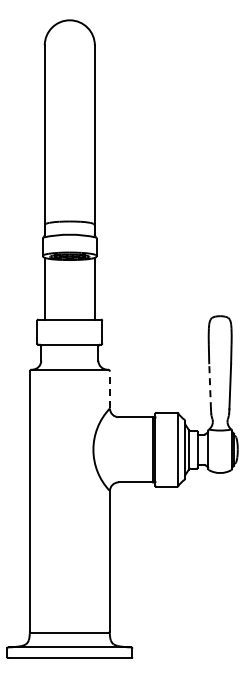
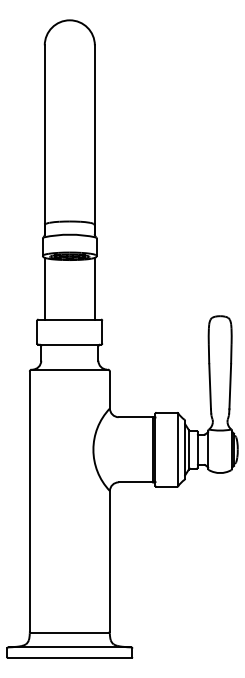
line at (210, 386): dashed -> solid
line at (109, 389): dashed -> solid
